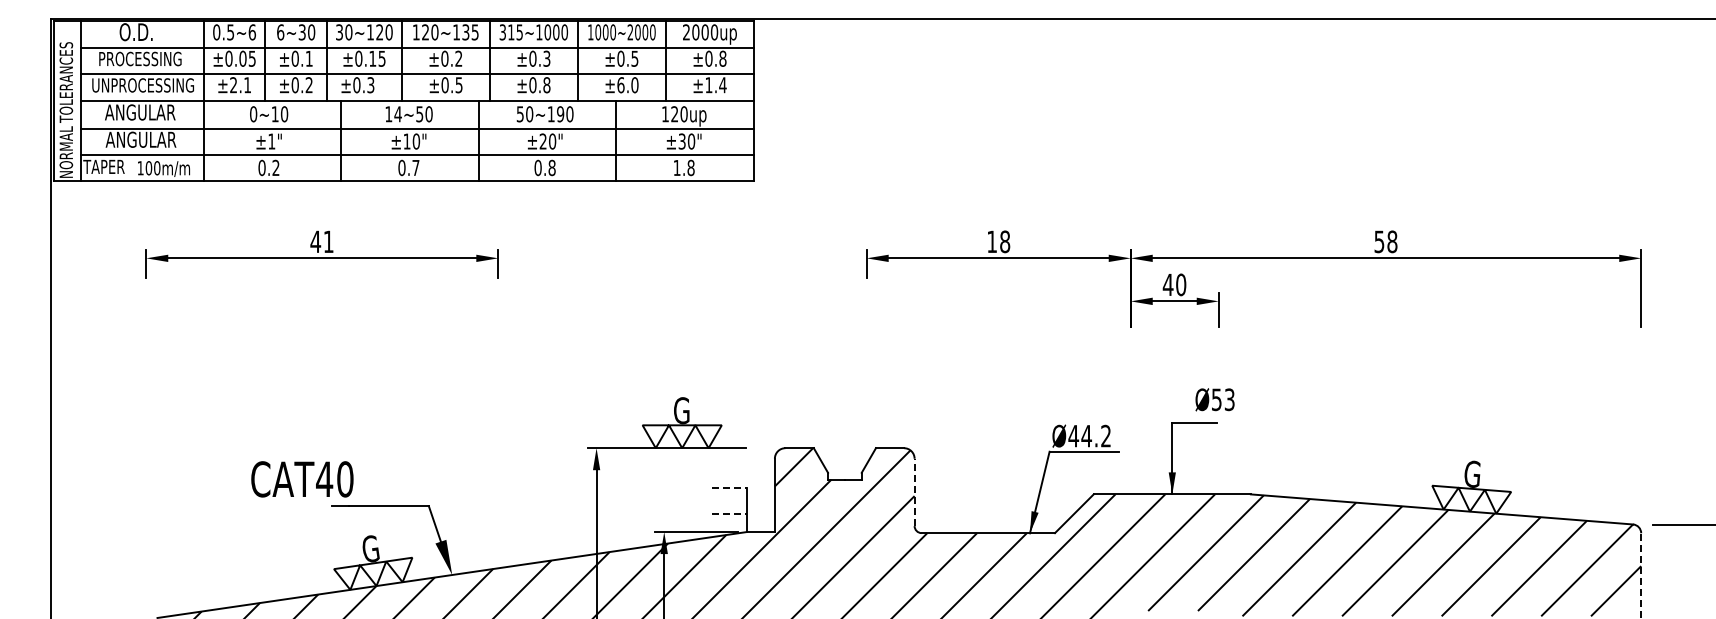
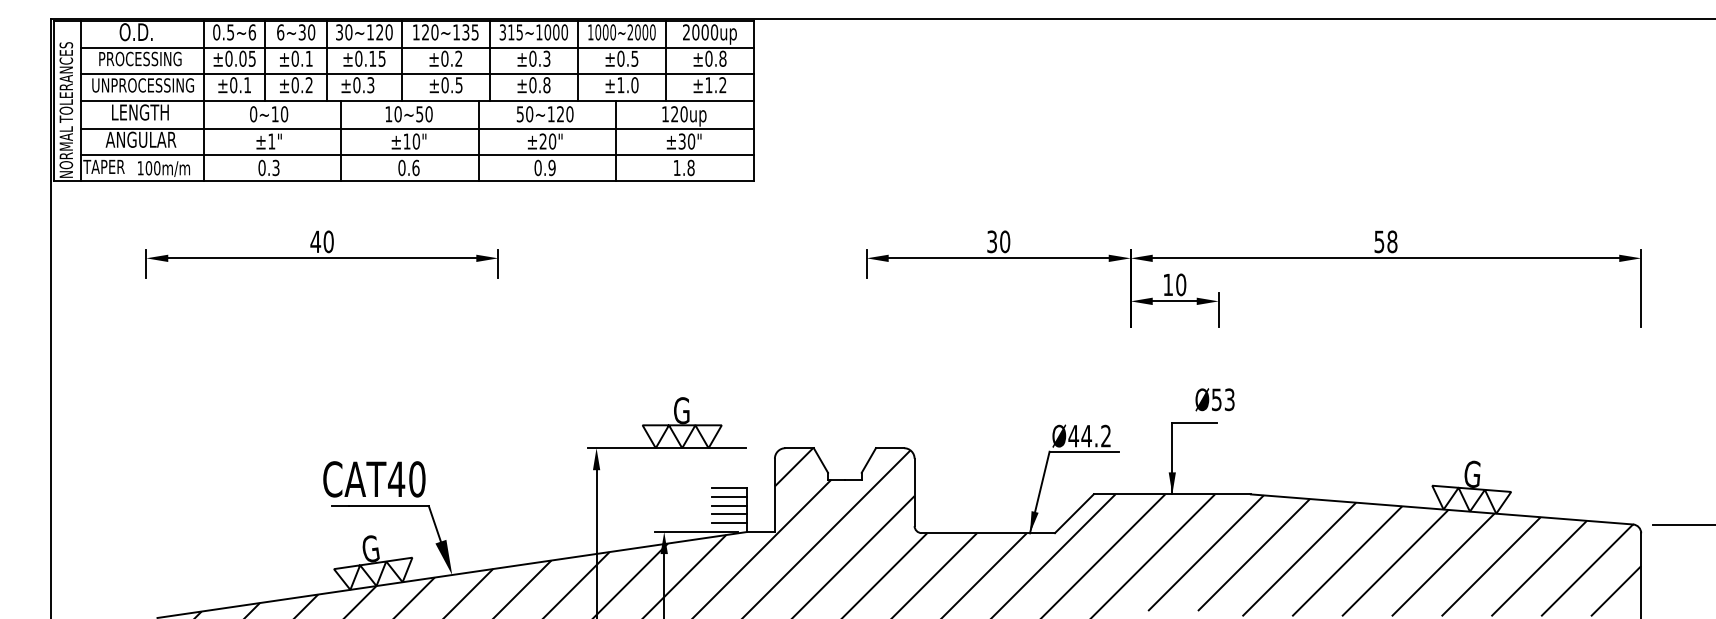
text at (233, 85): ±2.1 -> ±0.1
text at (620, 85): ±6.0 -> ±1.0
text at (722, 85): ±1.4 -> ±1.2
text at (140, 112): ANGULAR -> LENGTH
text at (397, 114): 14~50 -> 10~50
text at (560, 114): 50~190 -> 50~120
text at (415, 167): 0.7 -> 0.6
text at (275, 168): 0.2 -> 0.3
text at (551, 168): 0.8 -> 0.9
text at (328, 241): 41 -> 40
text at (998, 241): 18 -> 30
text at (1167, 284): 40 -> 10
text at (302, 479) position: (302, 479) -> (374, 479)
line at (729, 488): dashed -> solid
line at (914, 492): dashed -> solid
line at (728, 496): none -> present
line at (728, 505): none -> present
line at (729, 514): dashed -> solid
line at (728, 523): none -> present
line at (1641, 576): dashed -> solid
